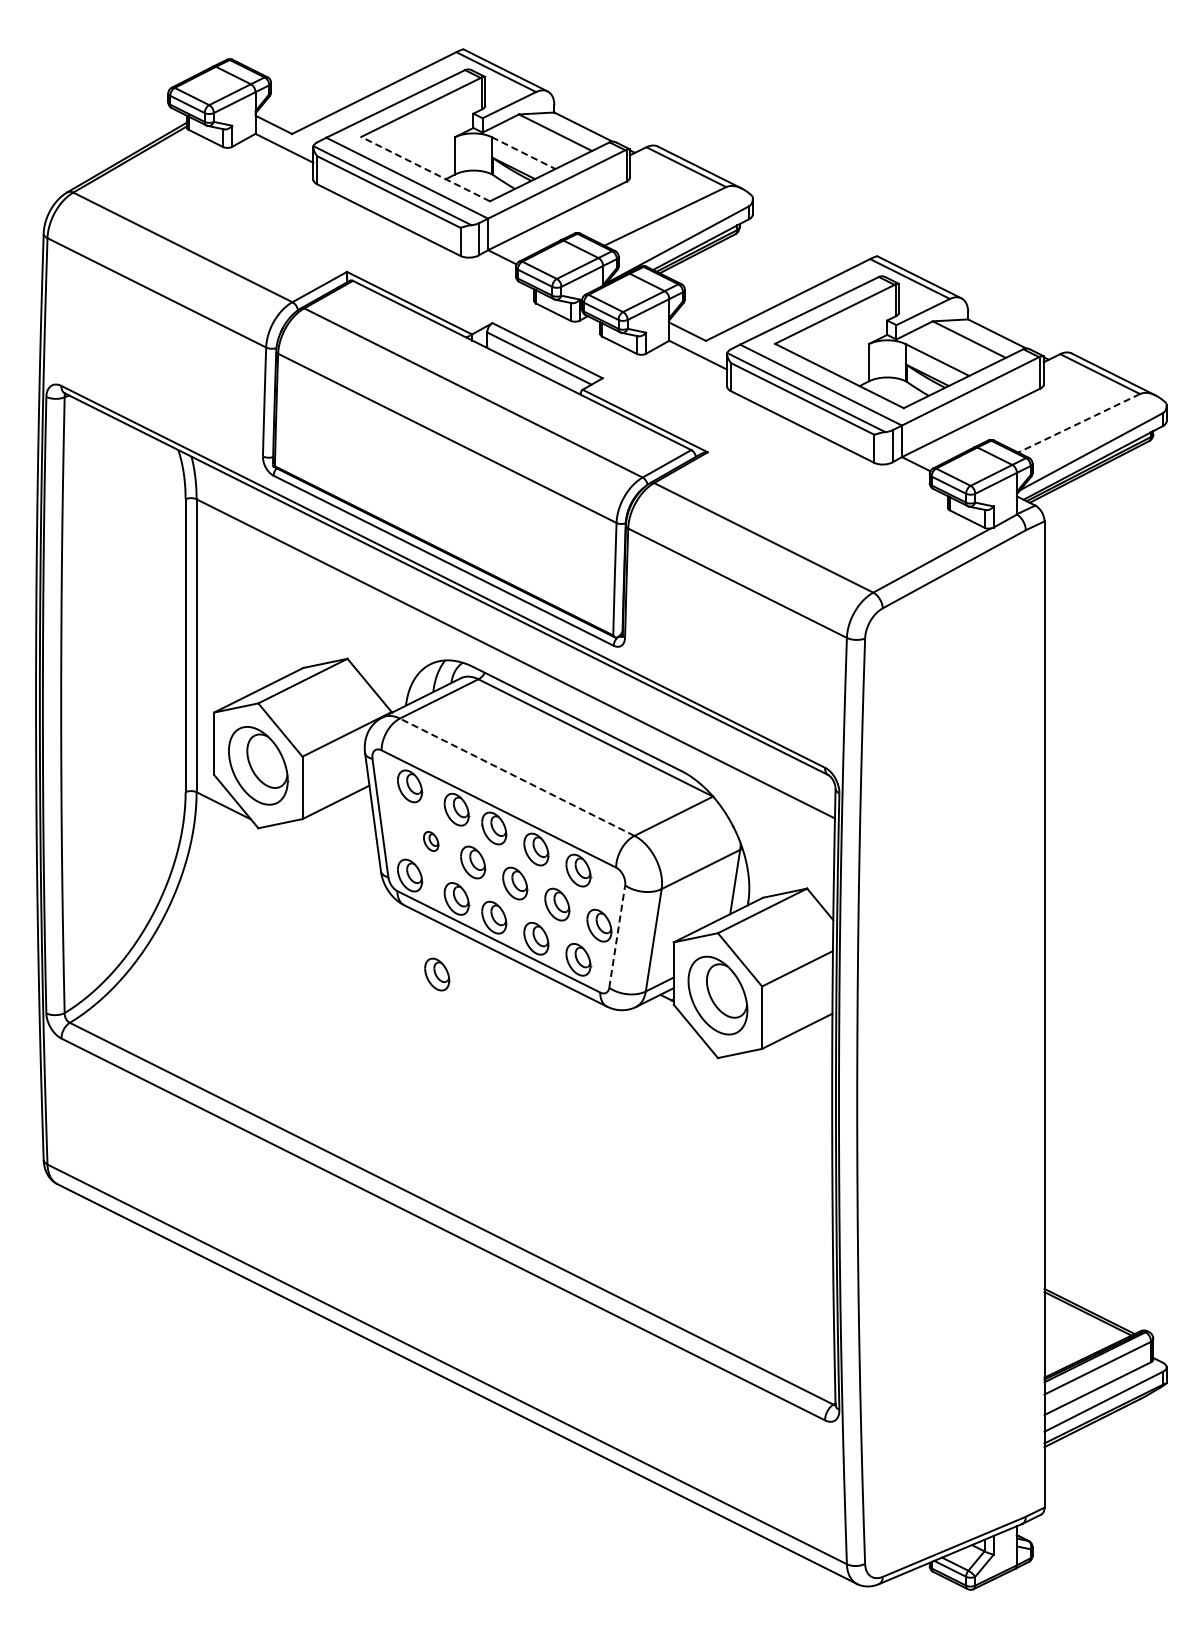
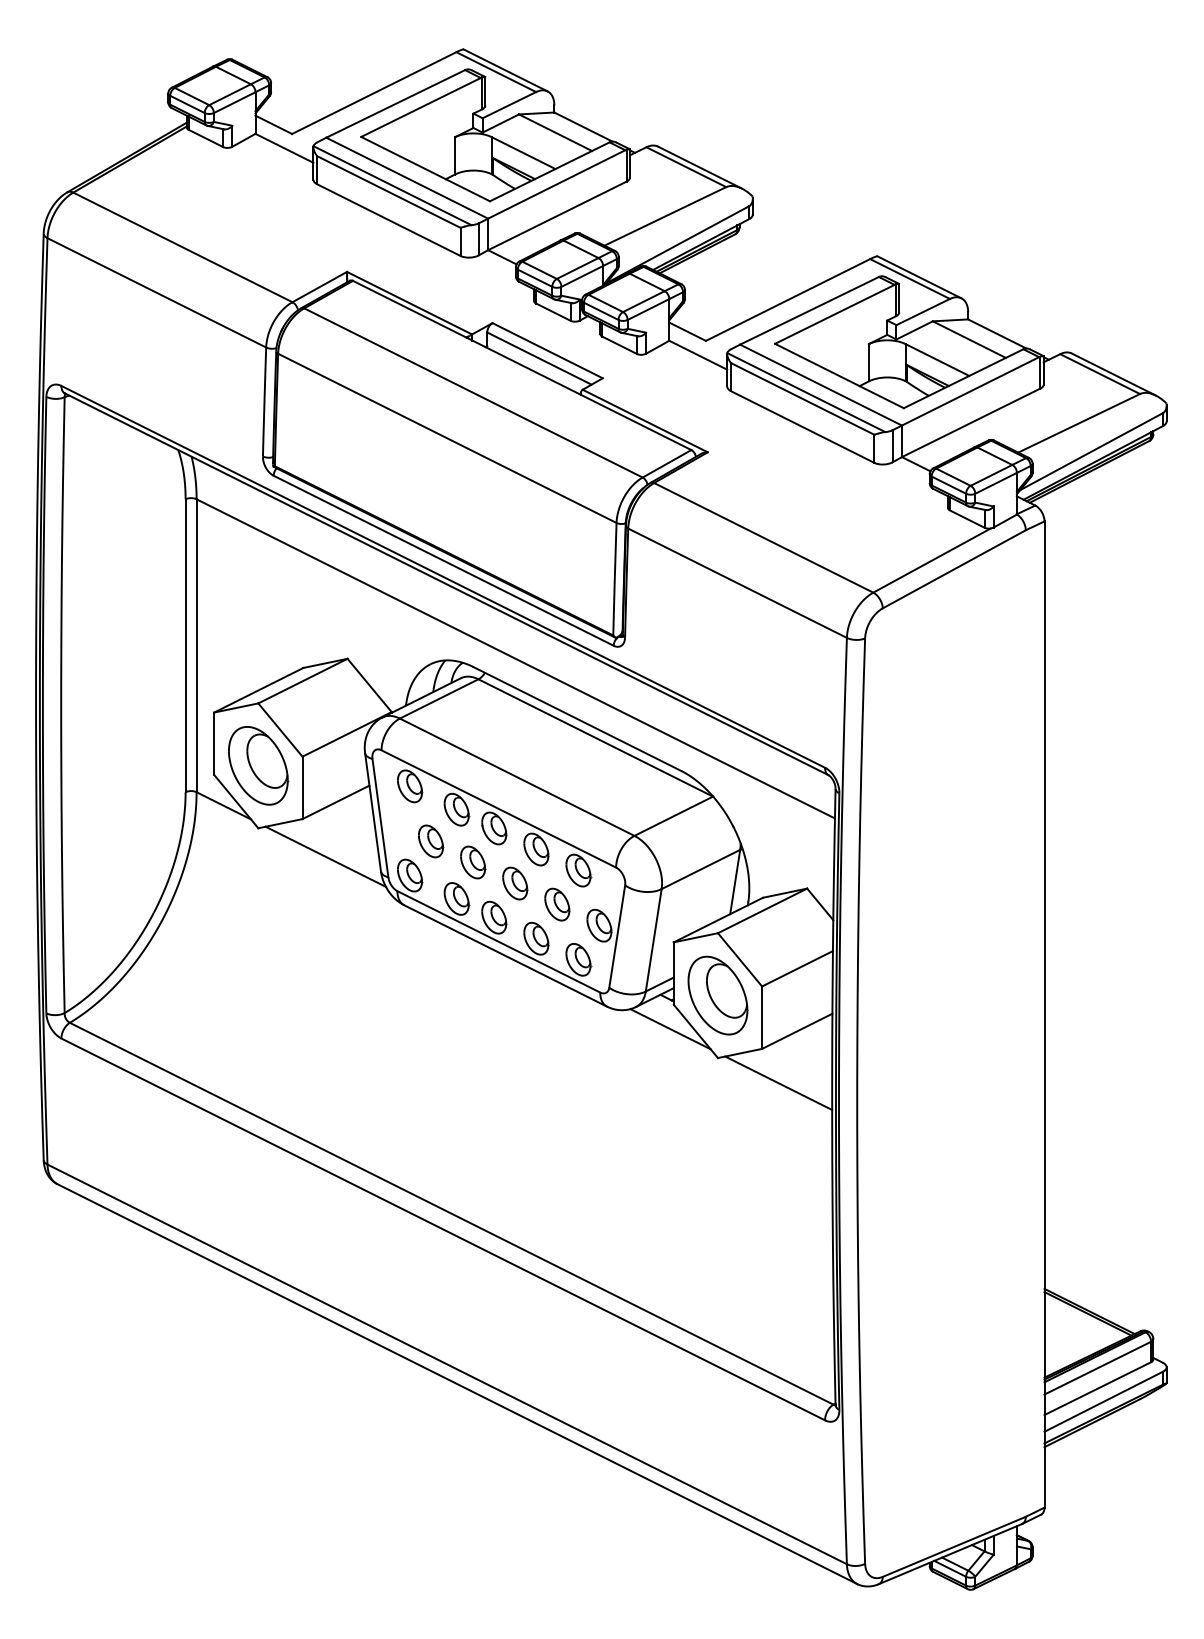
line at (523, 153): dashed -> solid
line at (425, 169): dashed -> solid
line at (1079, 423): dashed -> solid
line at (516, 777): dashed -> solid
part at (431, 841) size: 17x21 px -> 27x35 px
line at (325, 856): none -> present
line at (617, 936): dashed -> solid
part at (437, 974): present -> none
line at (670, 1029): none -> present
line at (778, 1083): none -> present
